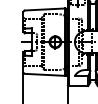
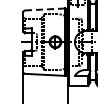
line at (45, 9): solid -> dashed
